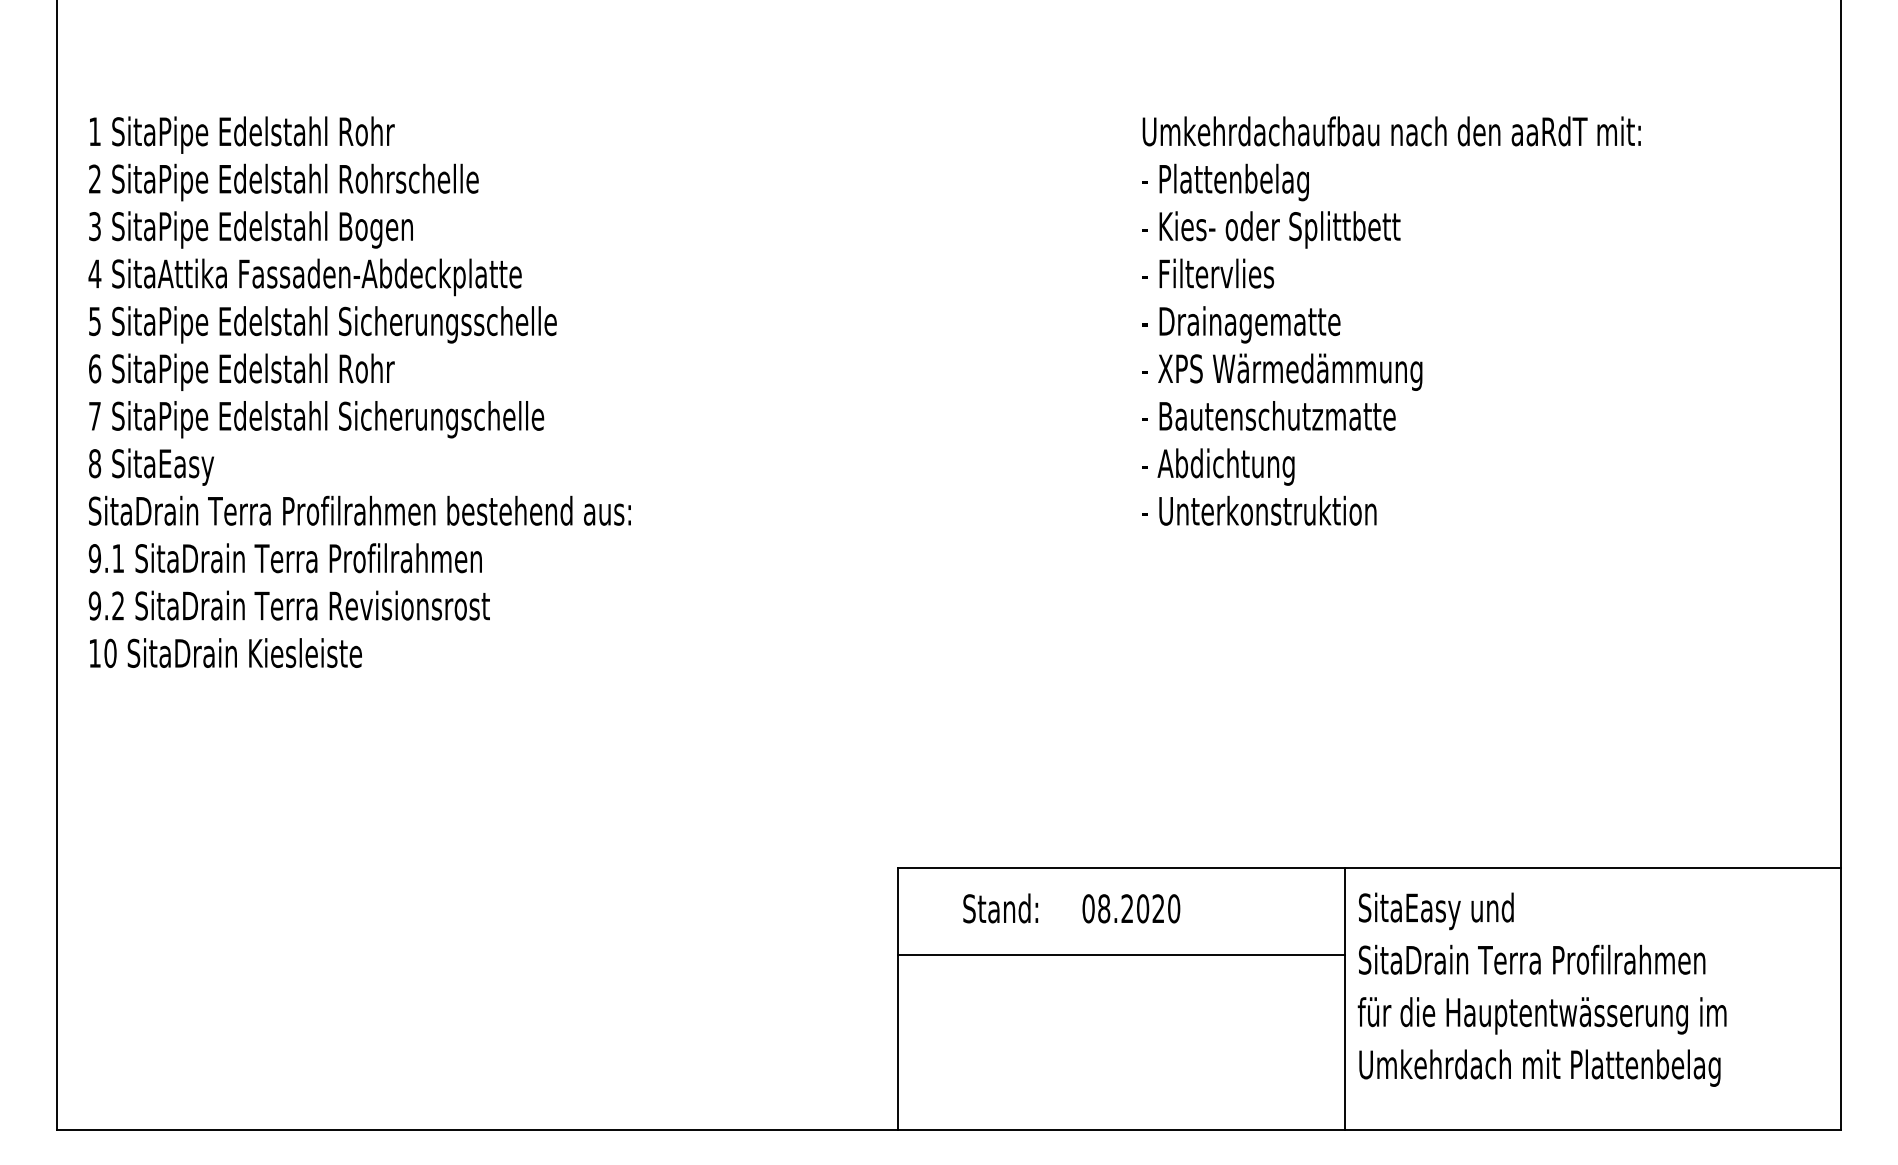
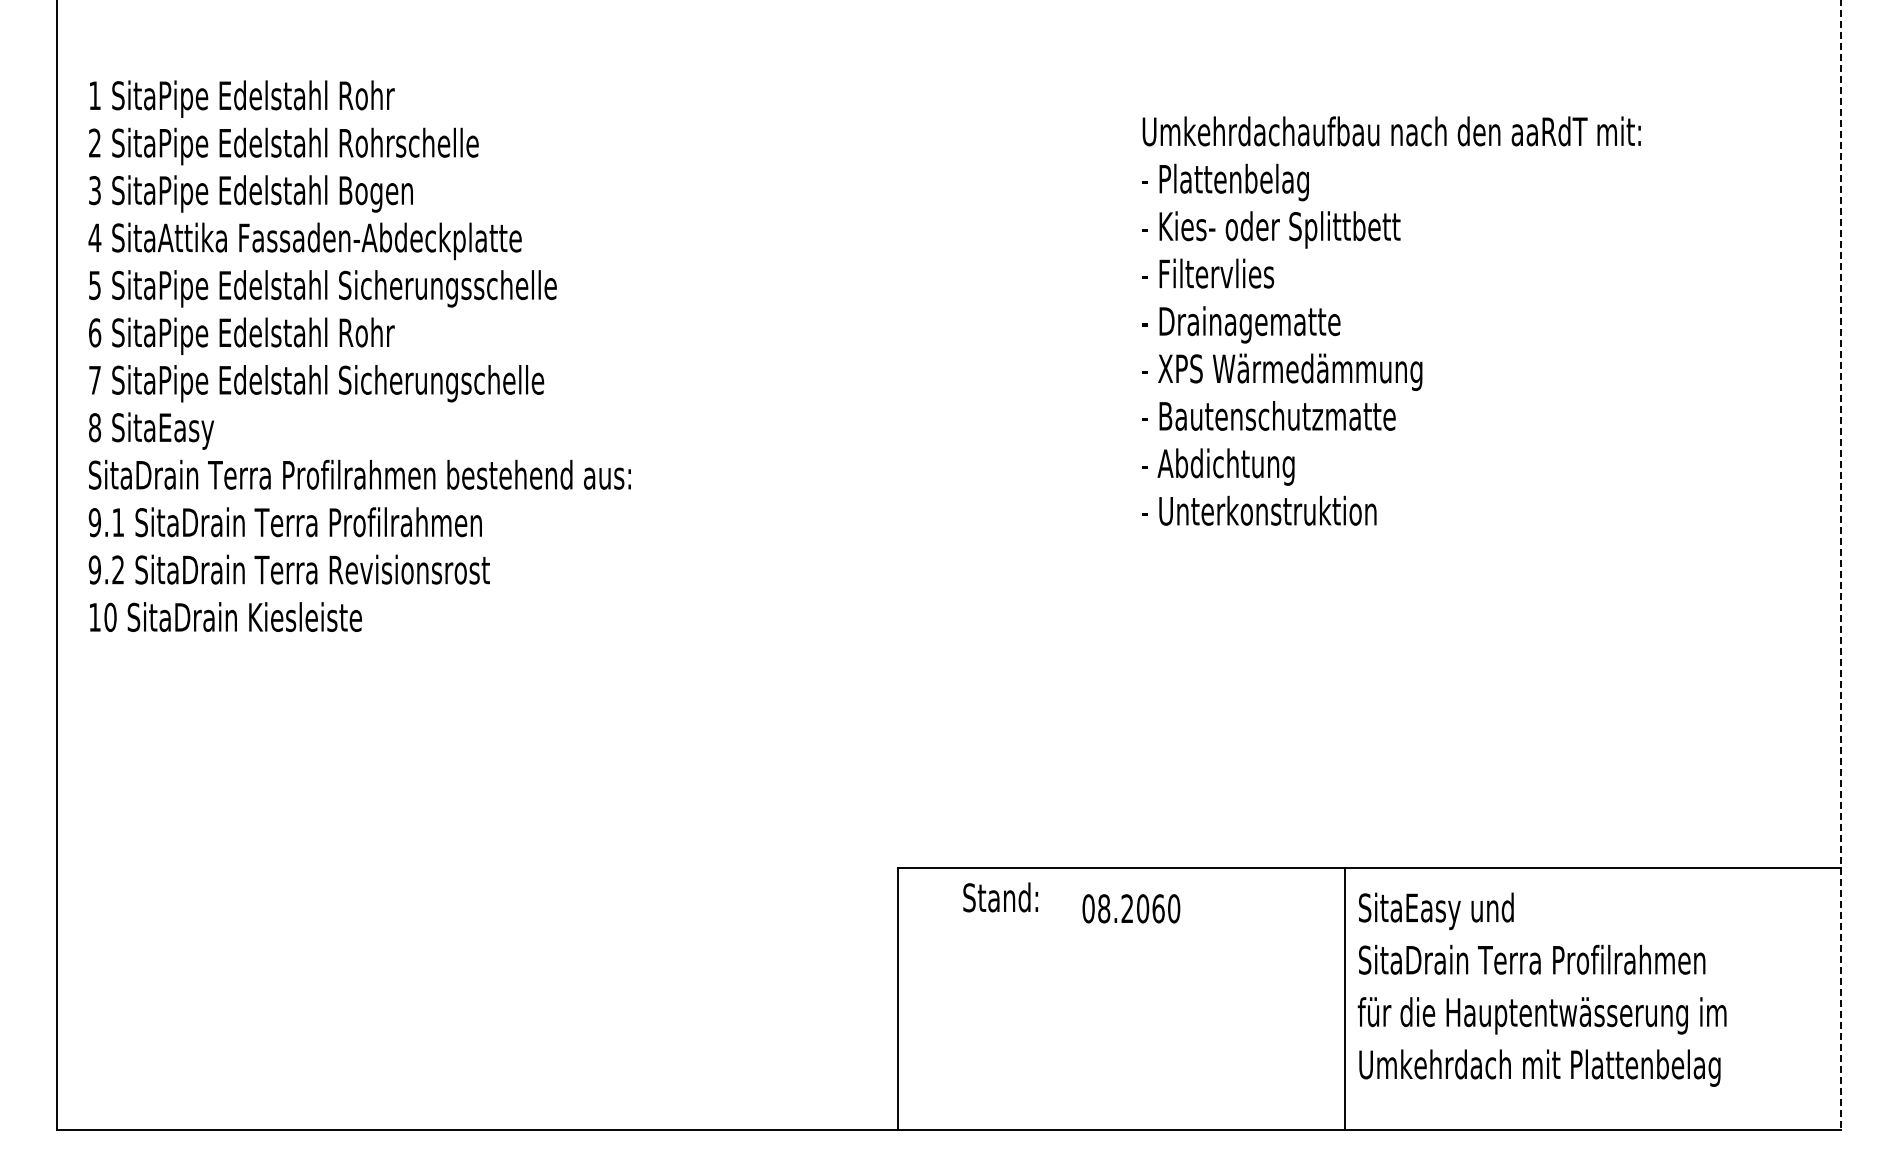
text at (359, 391) position: (359, 391) -> (359, 355)
line at (1841, 565): solid -> dashed
text at (1000, 908) position: (1000, 908) -> (1000, 897)
text at (1158, 908): 08.2020 -> 08.2060
line at (1121, 955): present -> none
